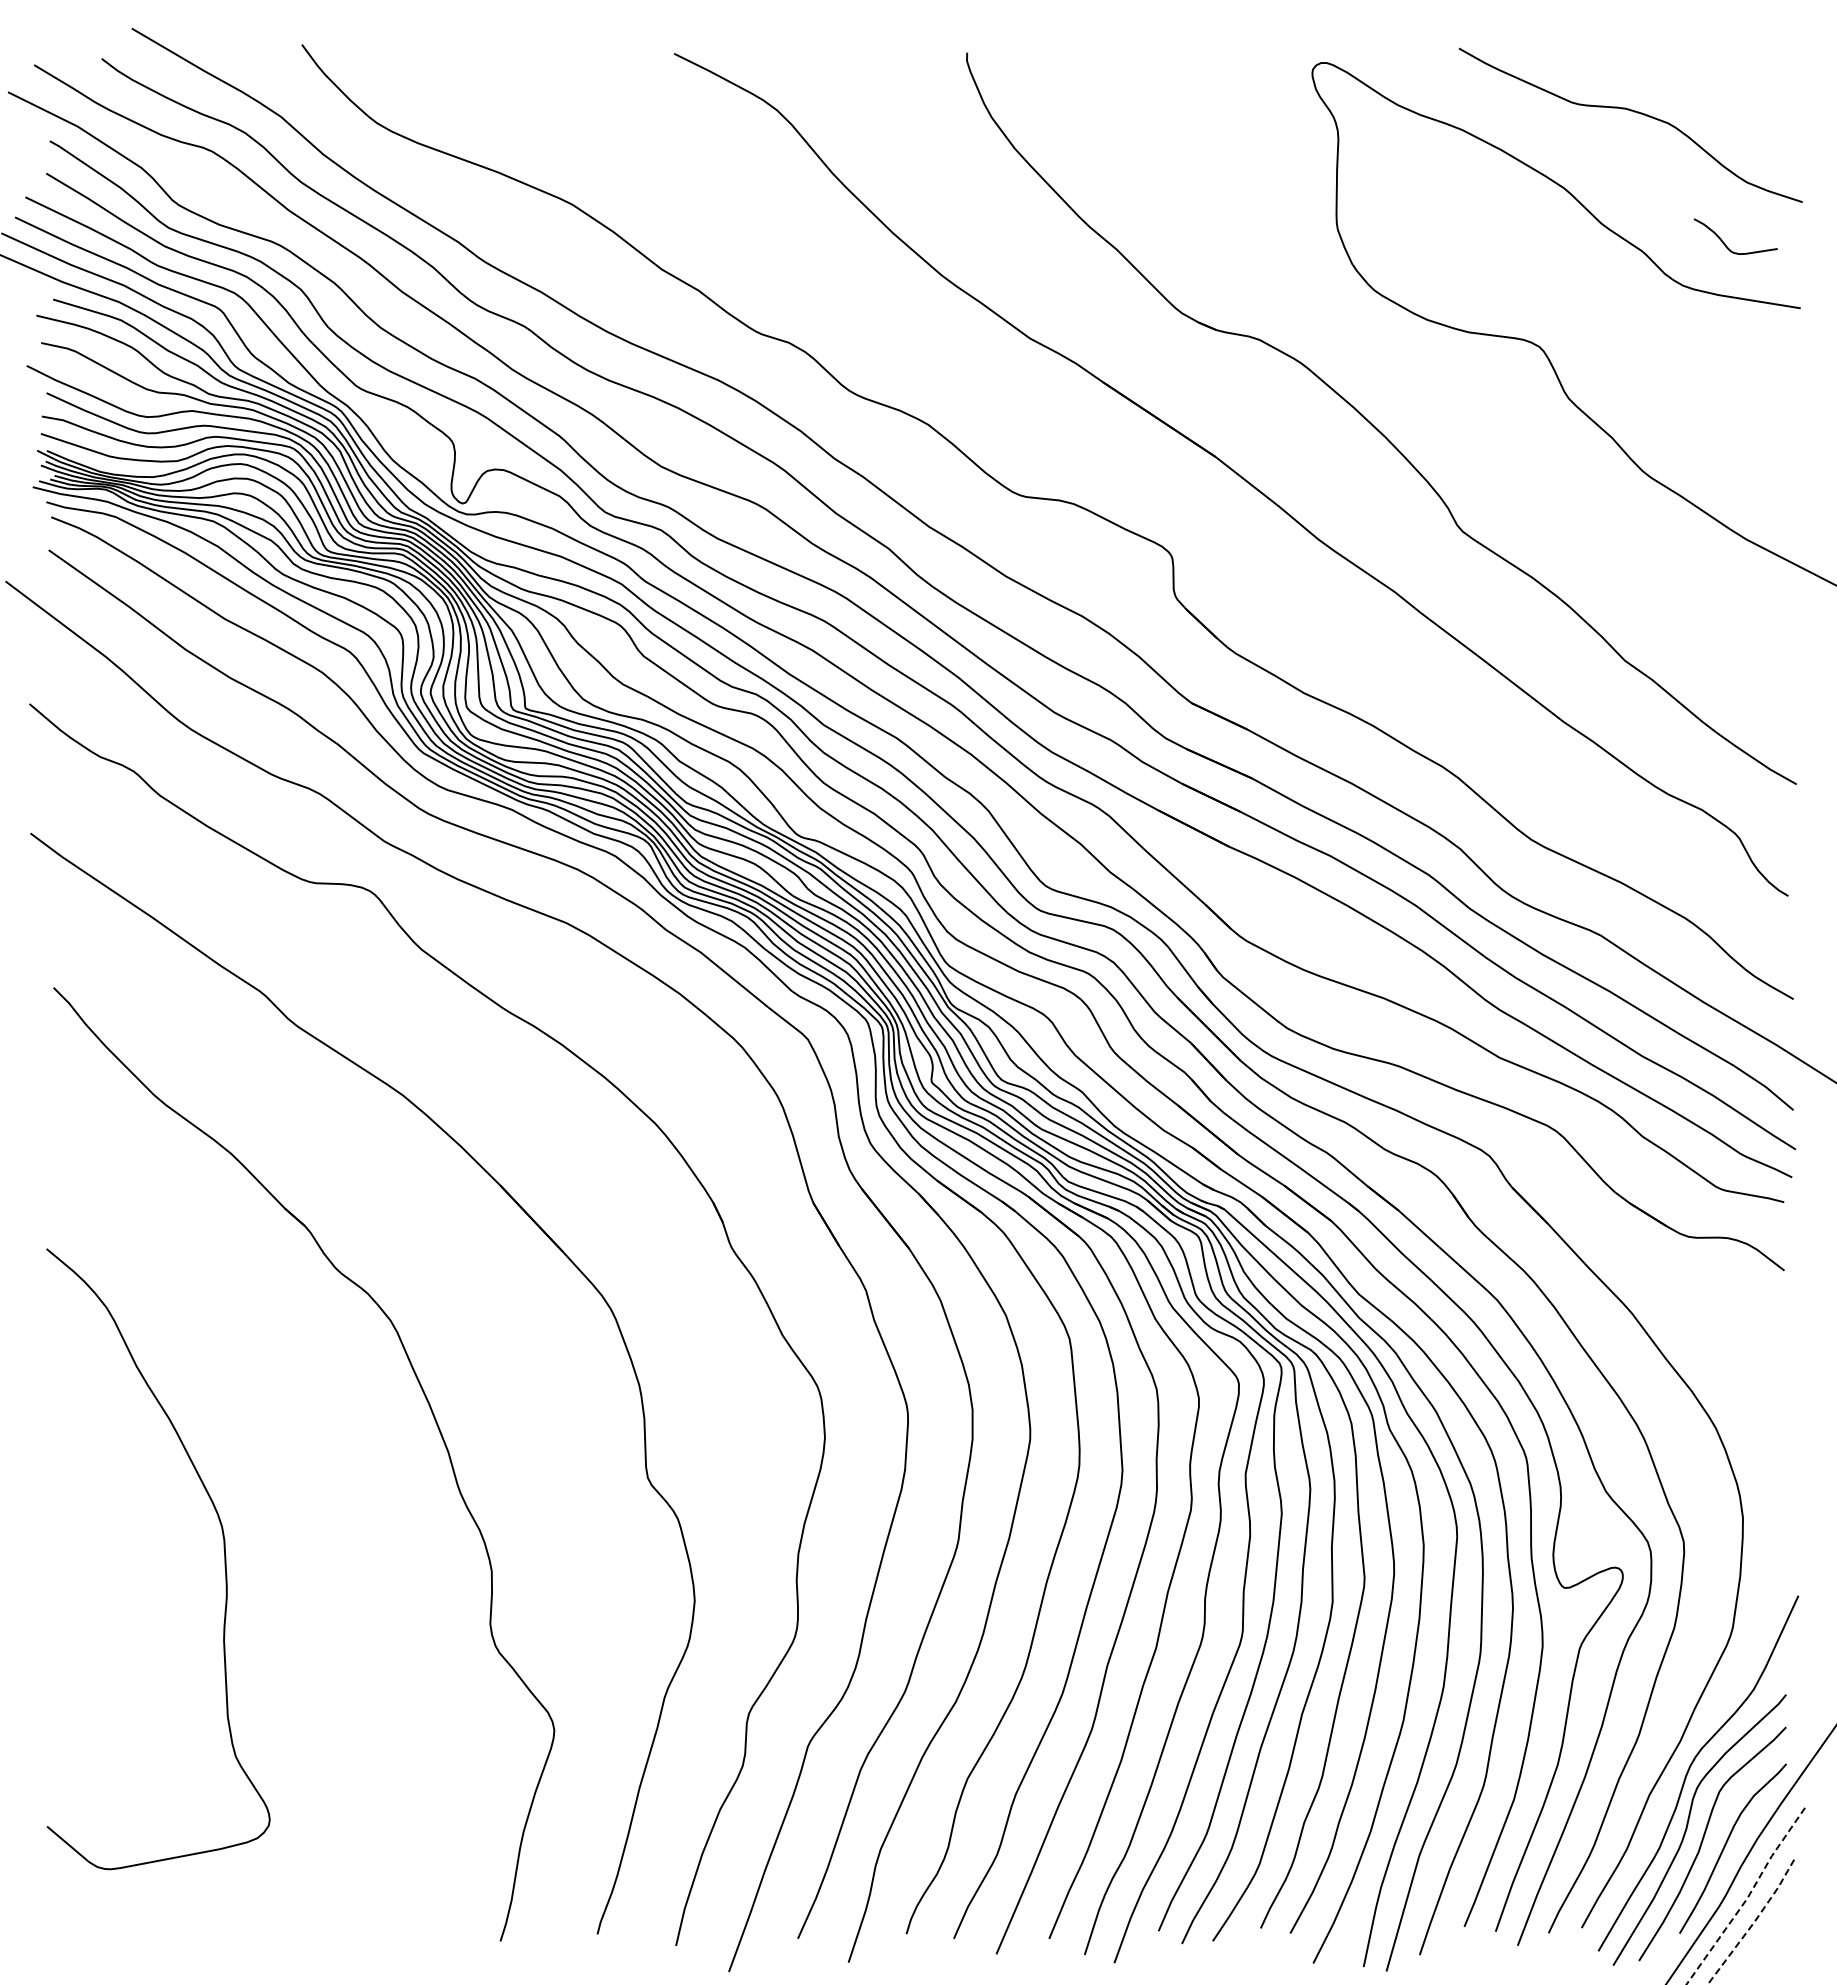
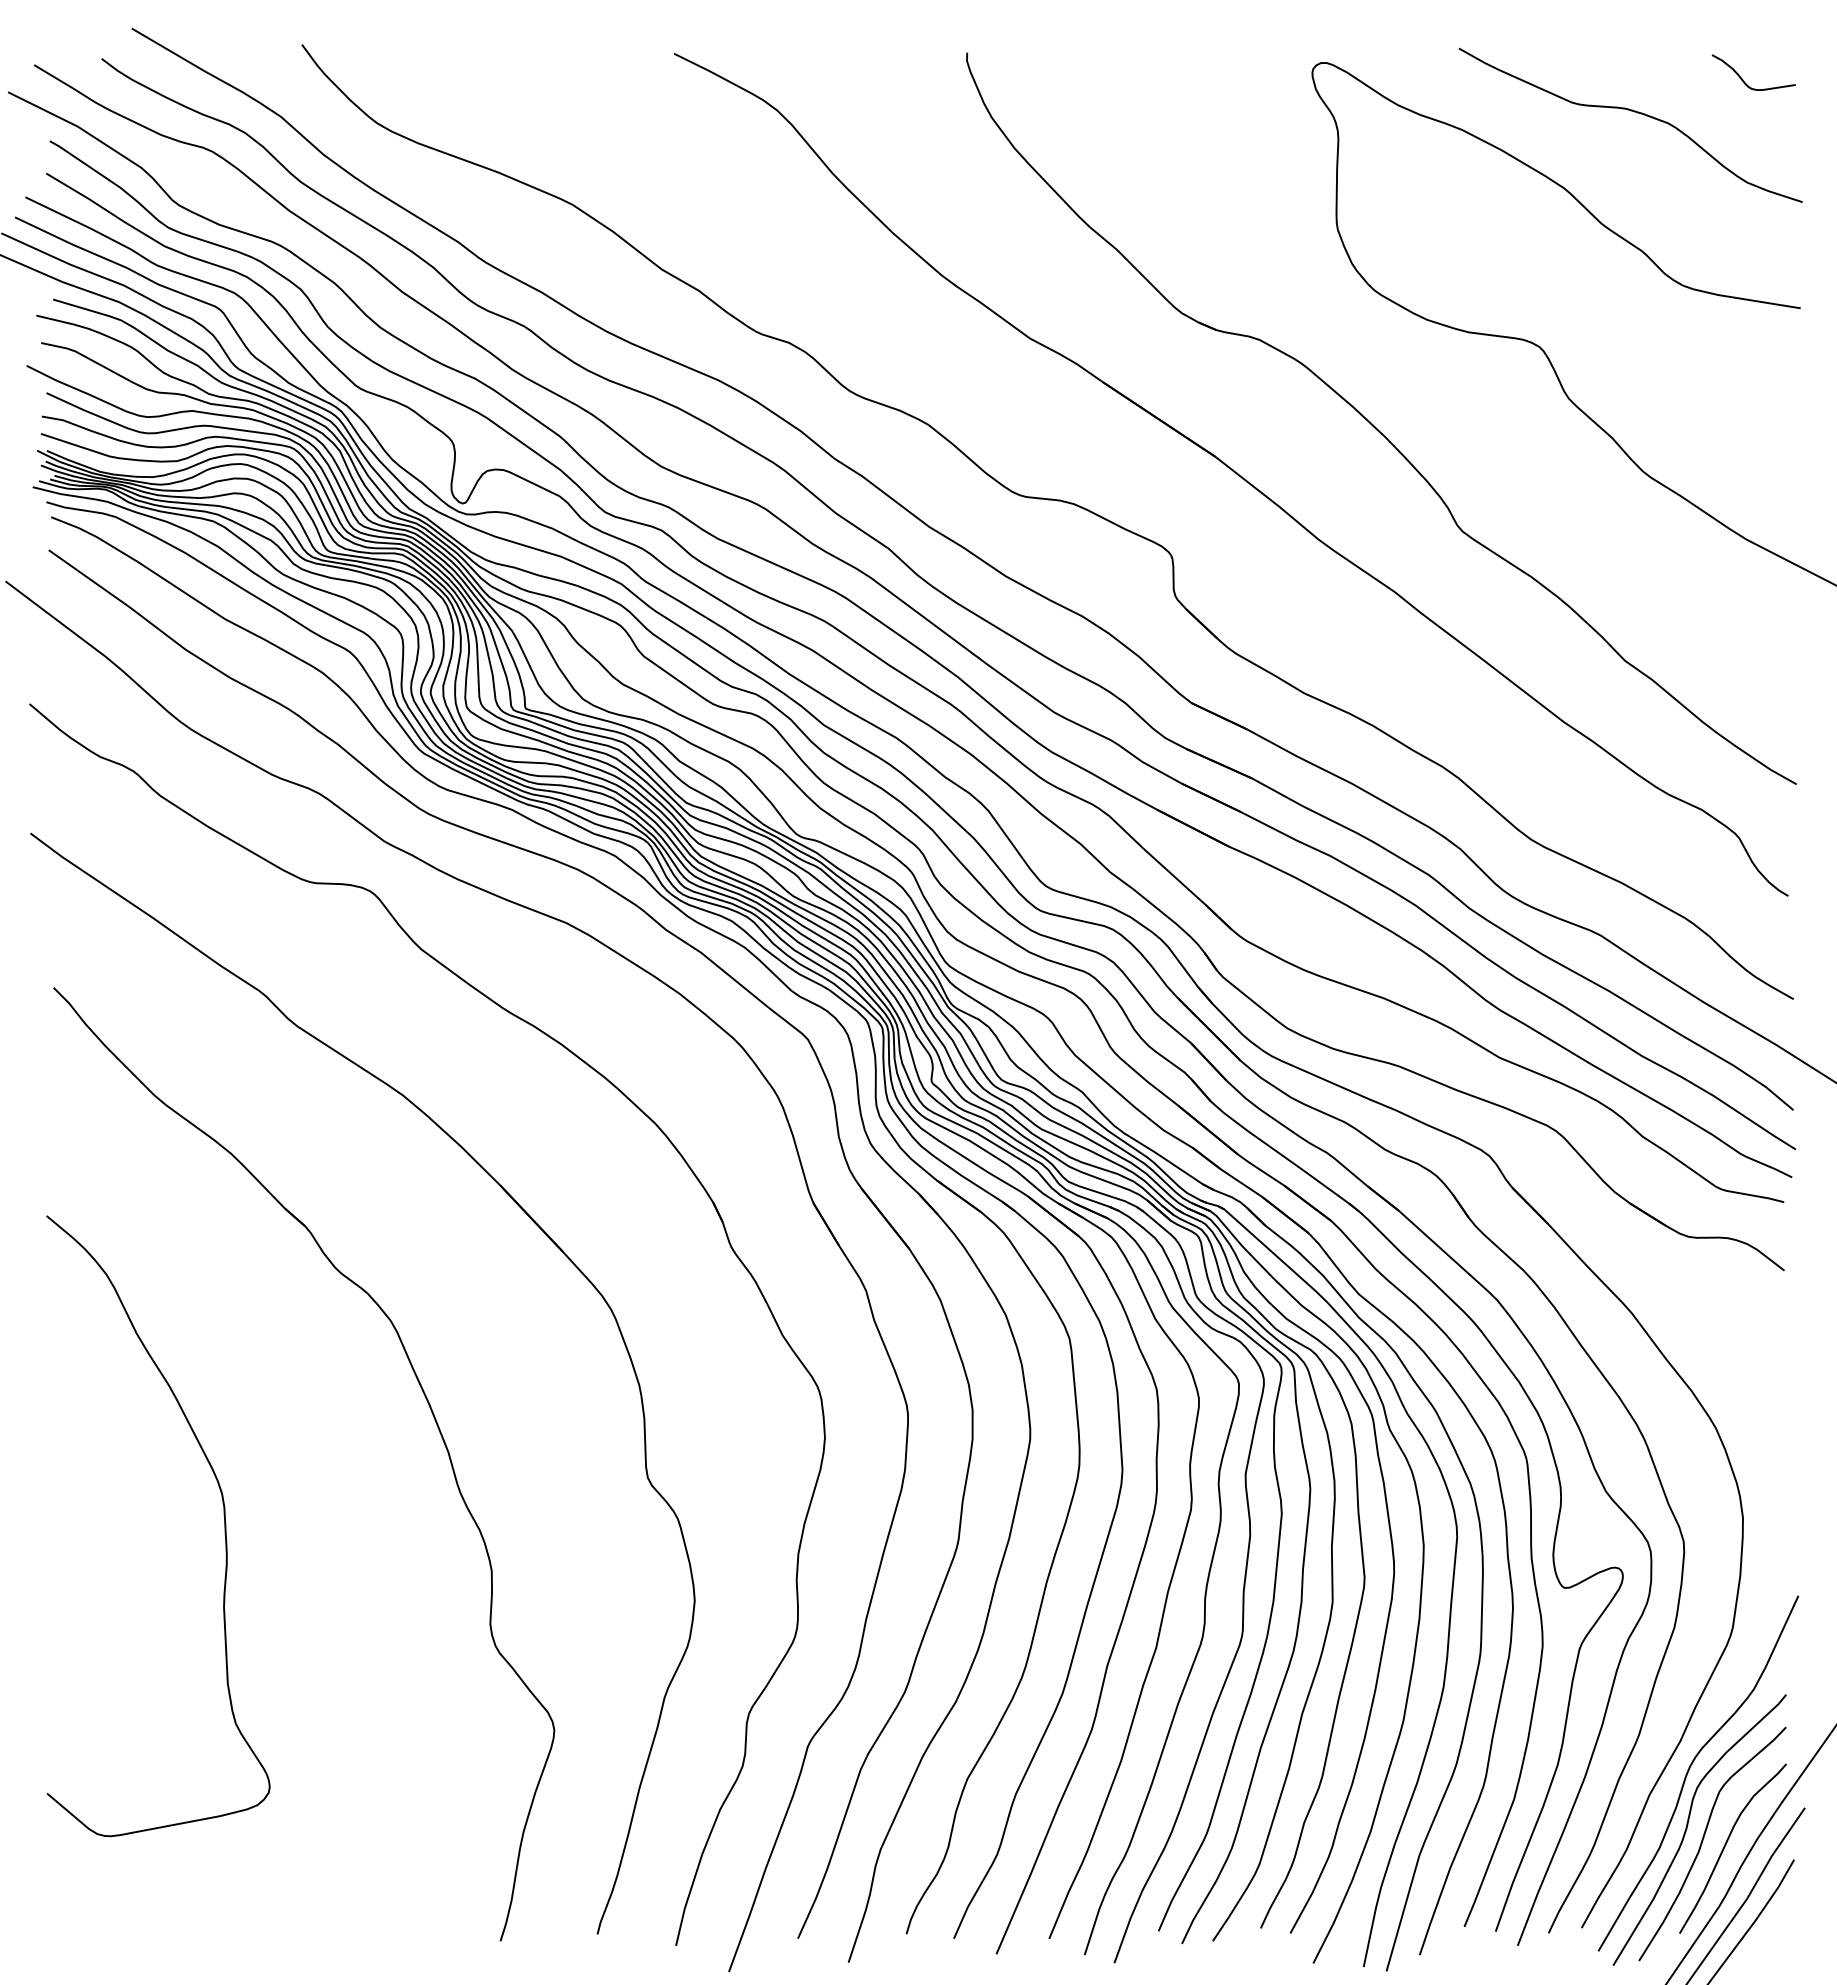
curve at (1725, 243) position: (1725, 243) -> (1743, 79)
curve at (223, 1548) position: (223, 1548) -> (223, 1515)
line at (1748, 1897): dashed -> solid
line at (1754, 1922): dashed -> solid
